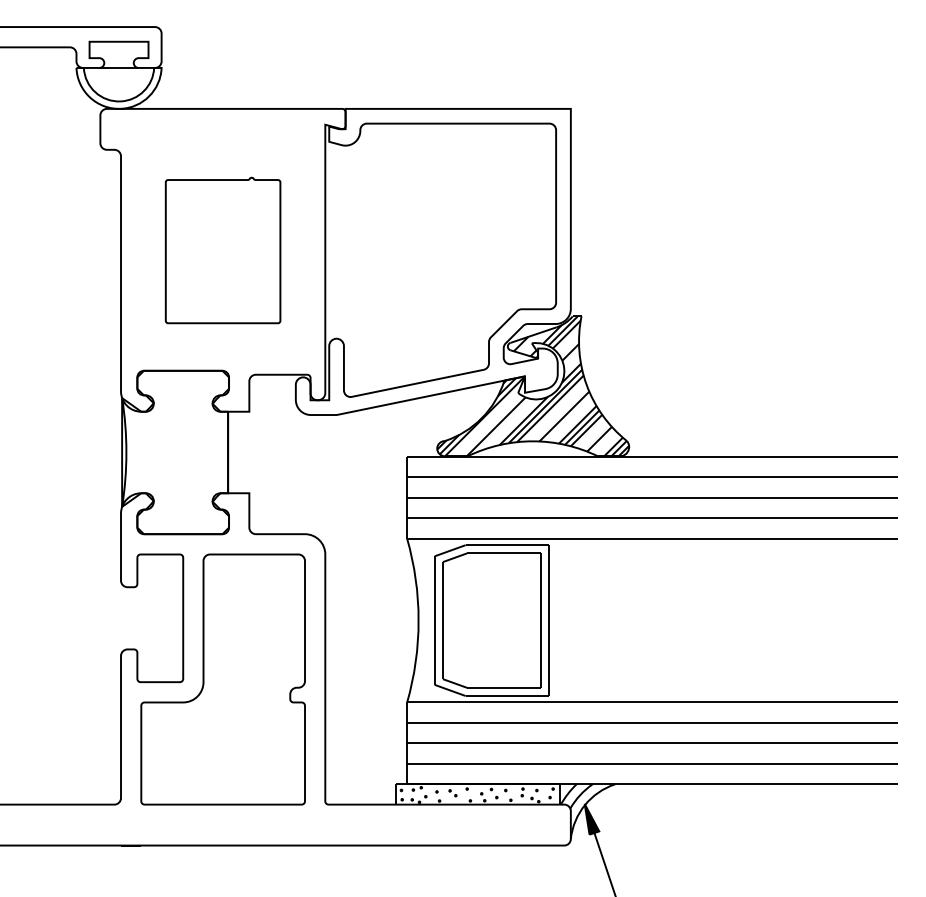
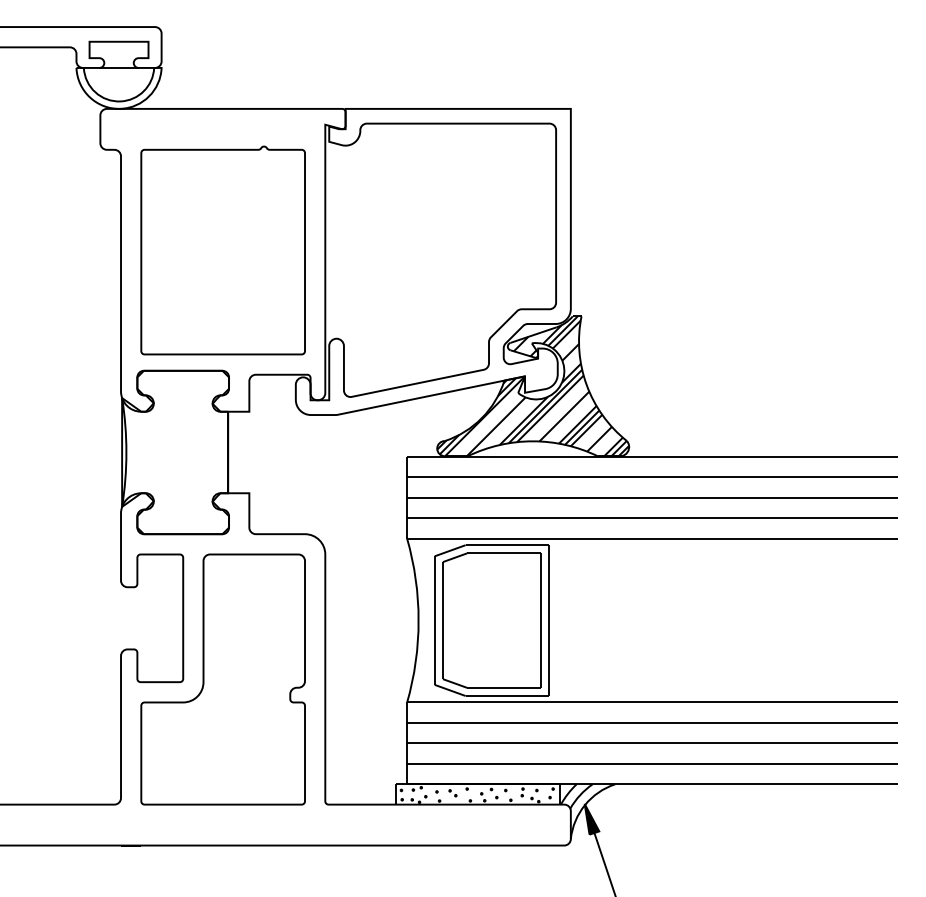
part at (222, 250) size: 118x149 px -> 166x211 px
